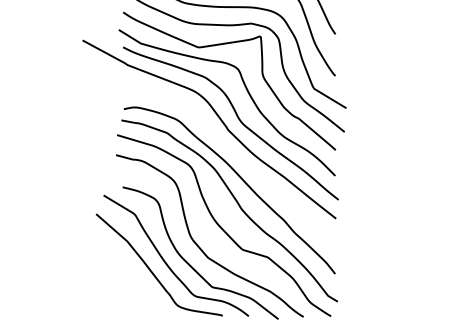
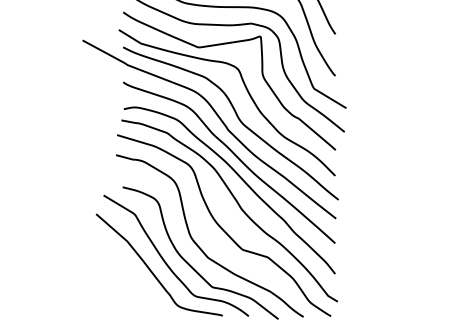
curve at (235, 156): none -> present
